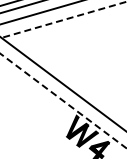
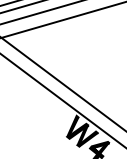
line at (62, 20): dashed -> solid
line at (63, 101): dashed -> solid
